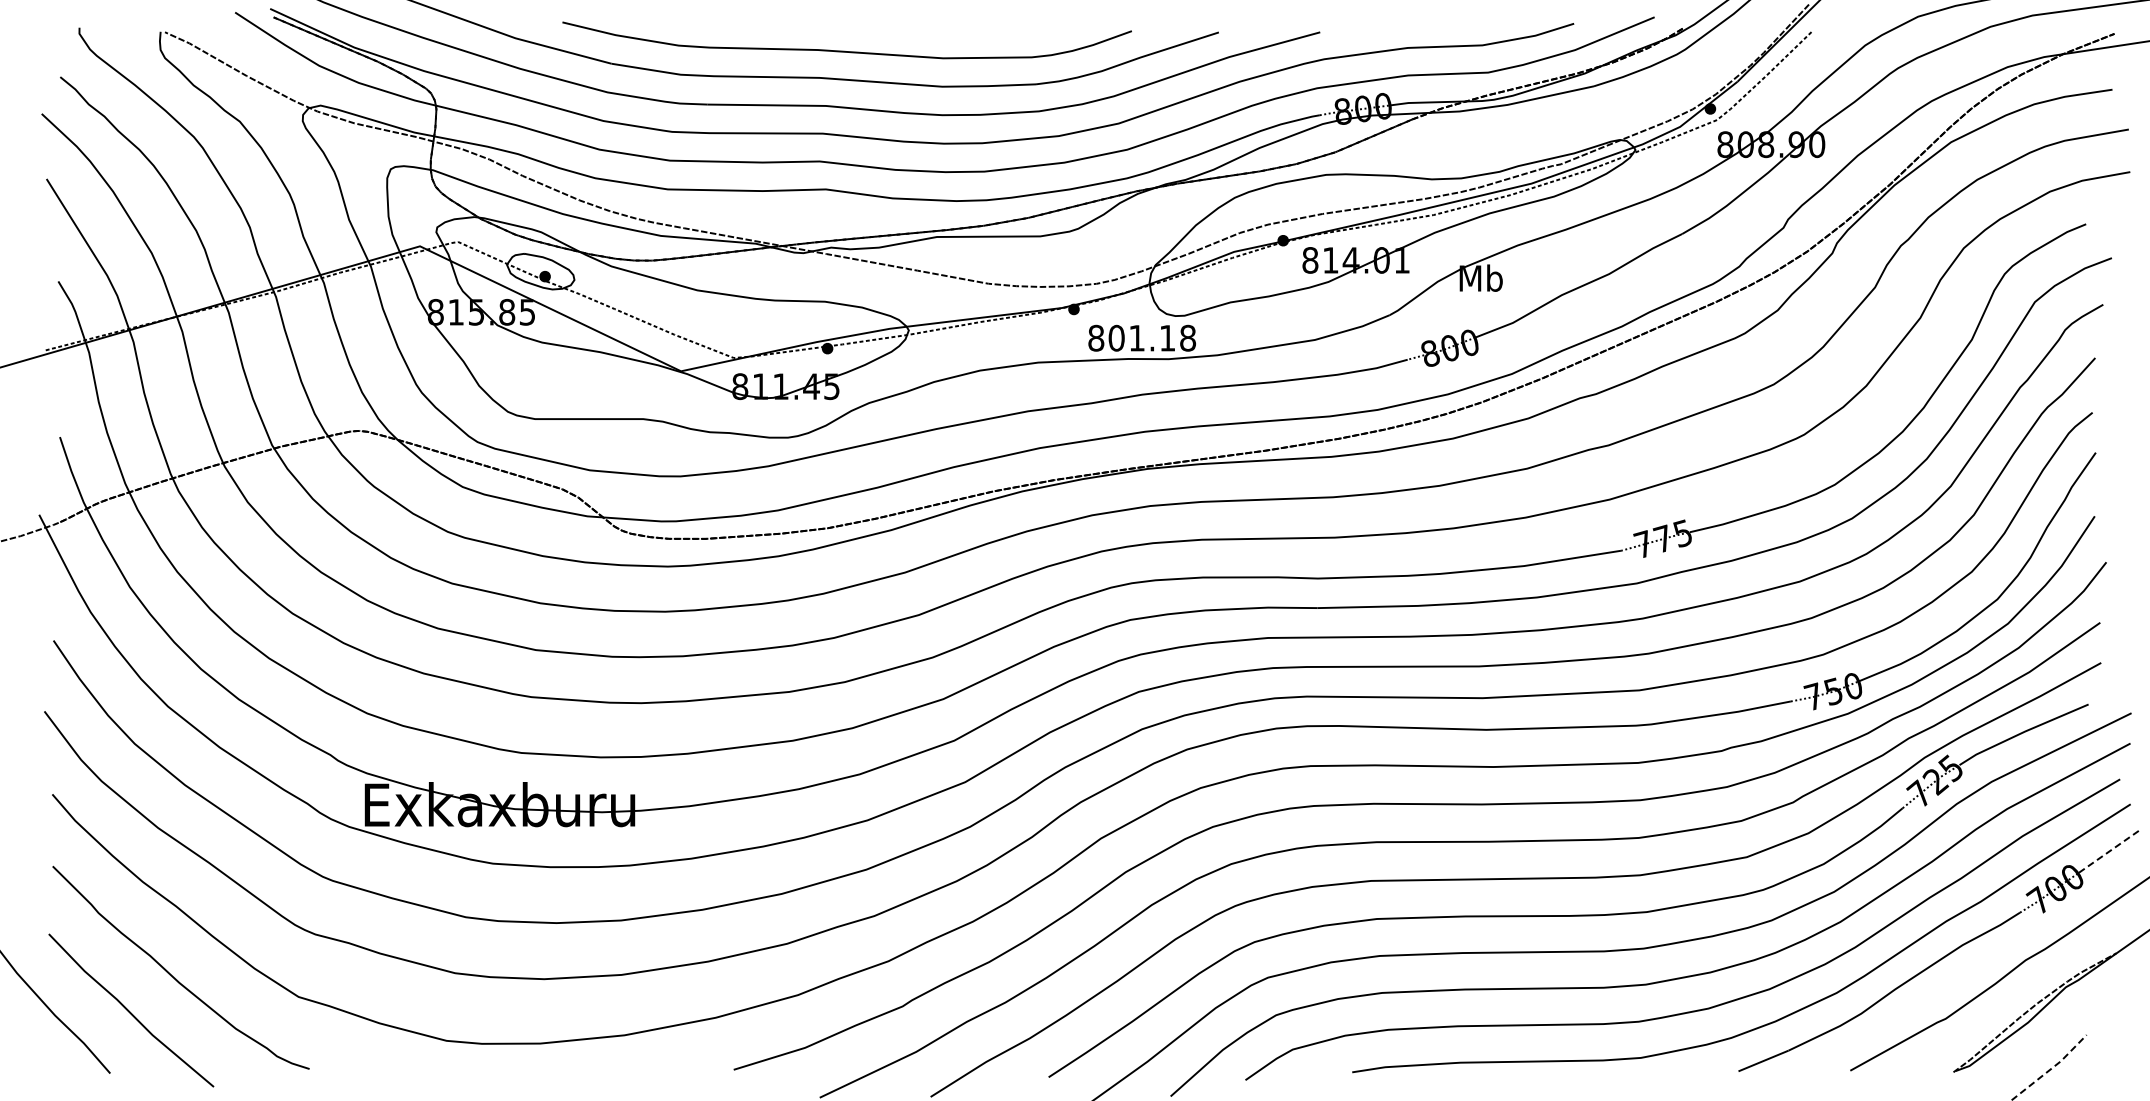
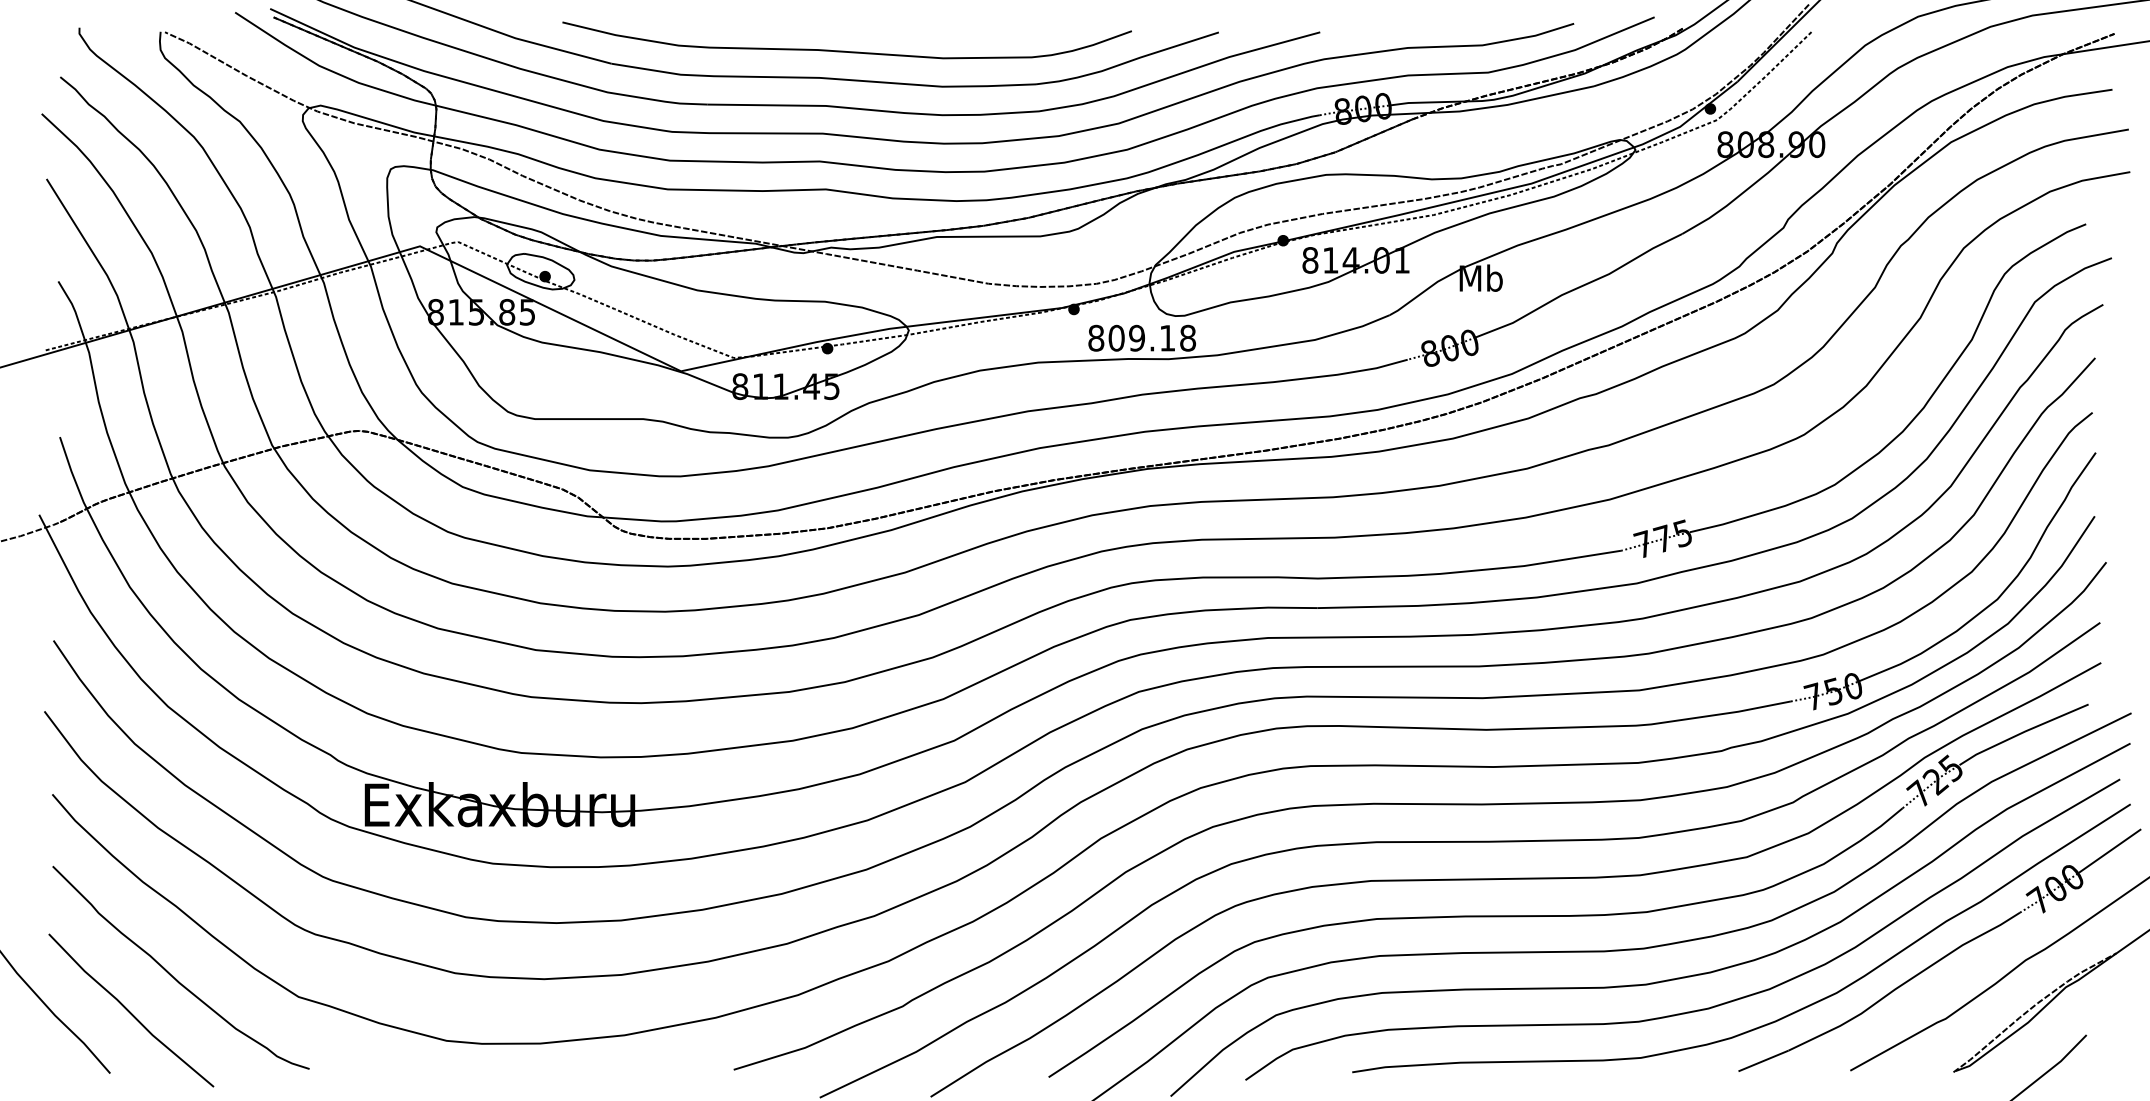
text at (1136, 337): 801.18 -> 809.18
line at (2110, 850): dashed -> solid
line at (2050, 1069): dashed -> solid
